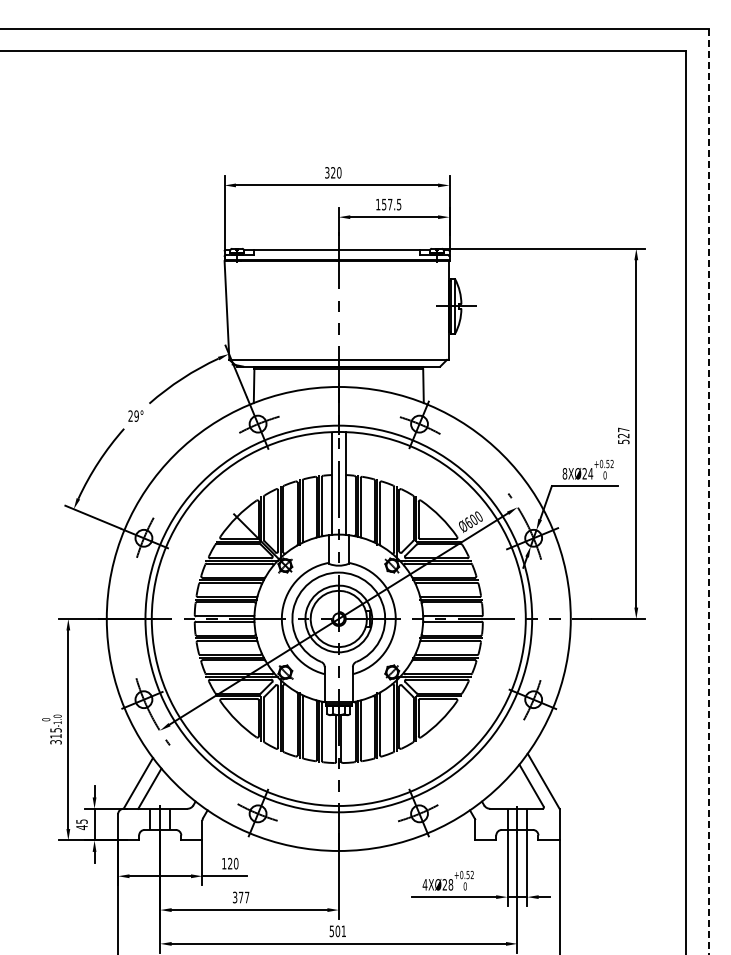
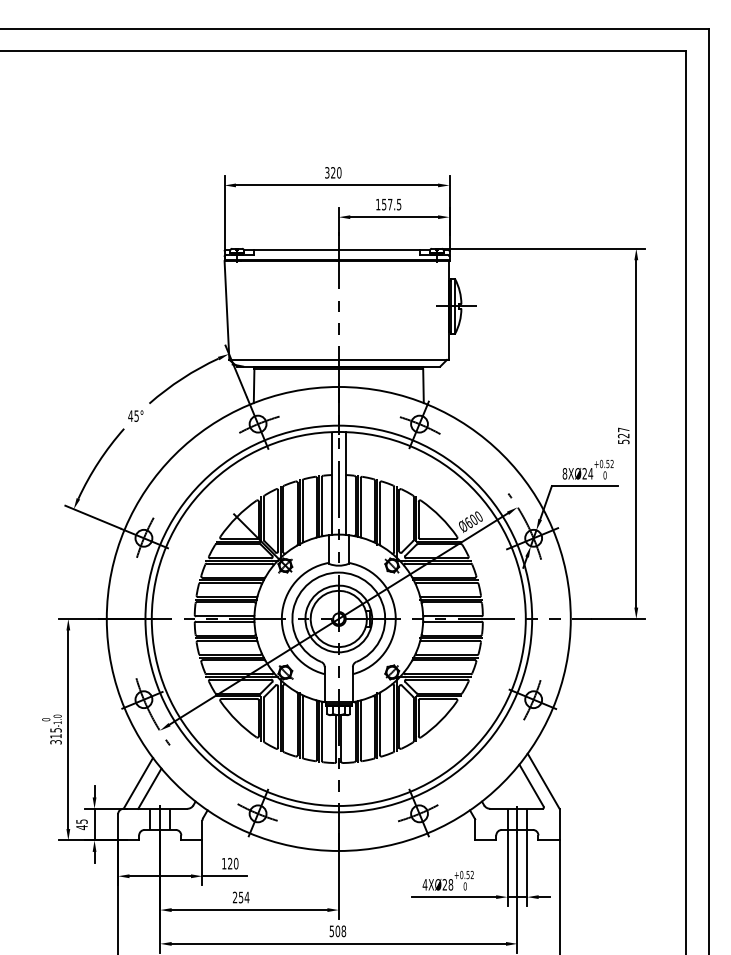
text at (133, 415): 29° -> 45°
line at (709, 491): dashed -> solid
text at (241, 897): 377 -> 254
text at (343, 931): 501 -> 508
